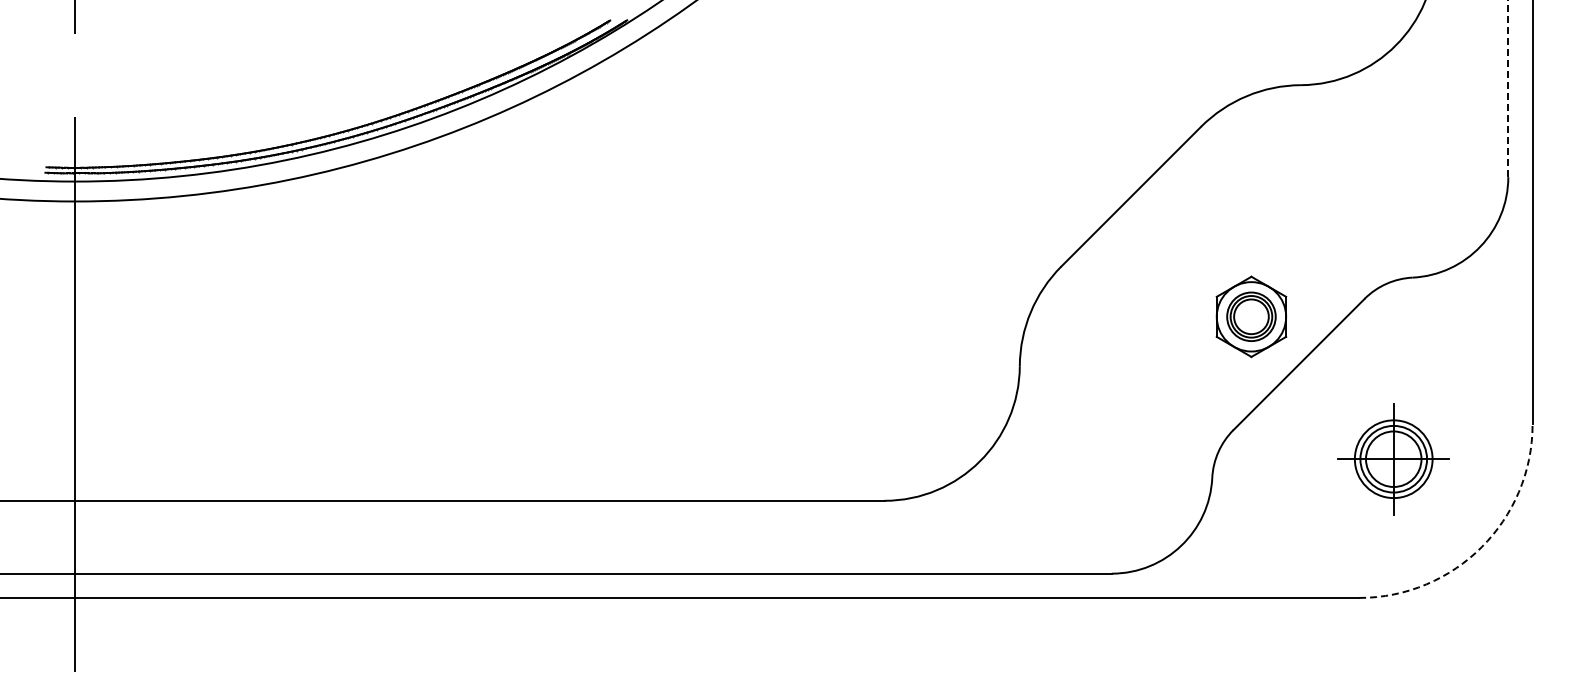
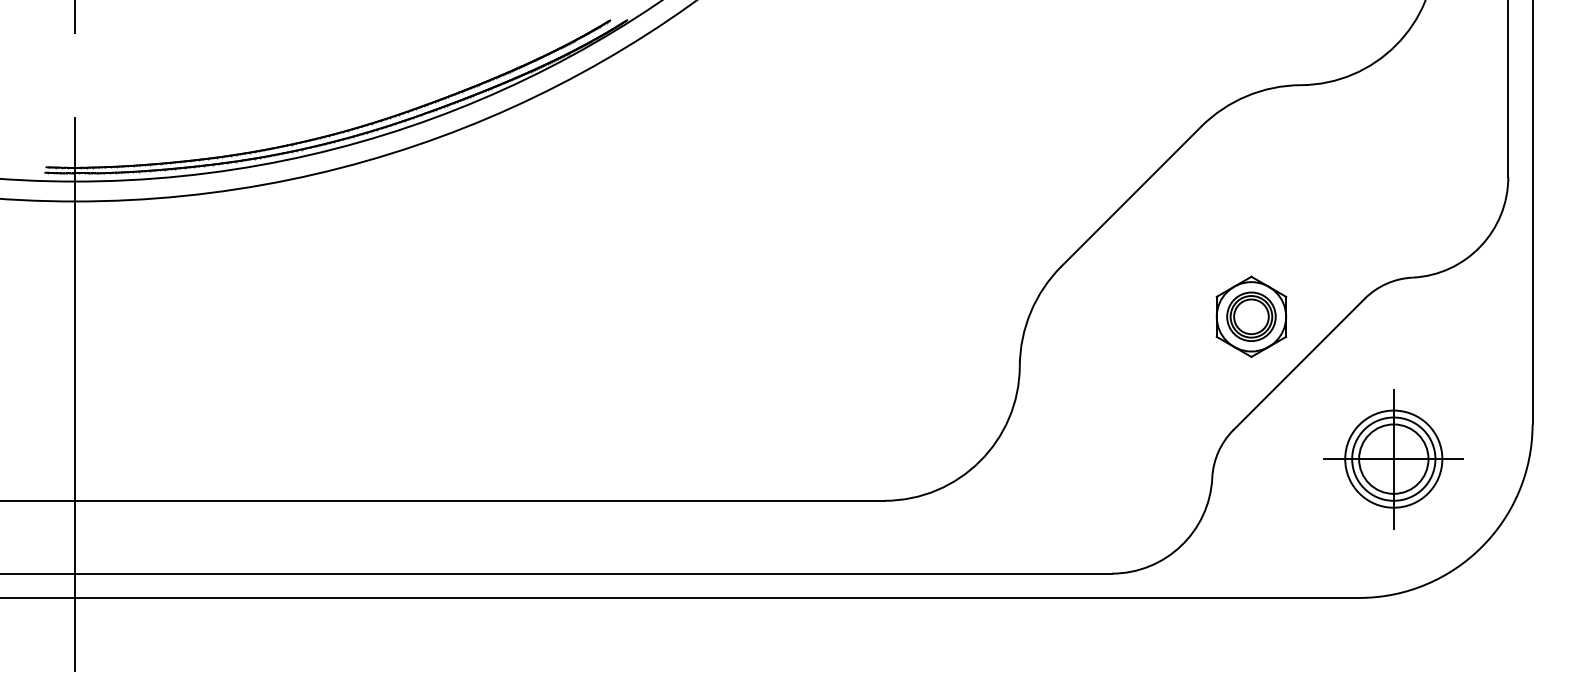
line at (1508, 88): dashed -> solid
part at (1393, 459) size: 113x113 px -> 141x141 px
arc at (1481, 547): dashed -> solid
